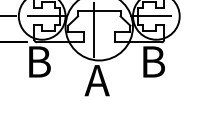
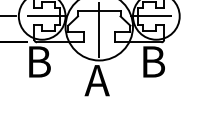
line at (94, 29) position: (94, 29) -> (99, 29)
